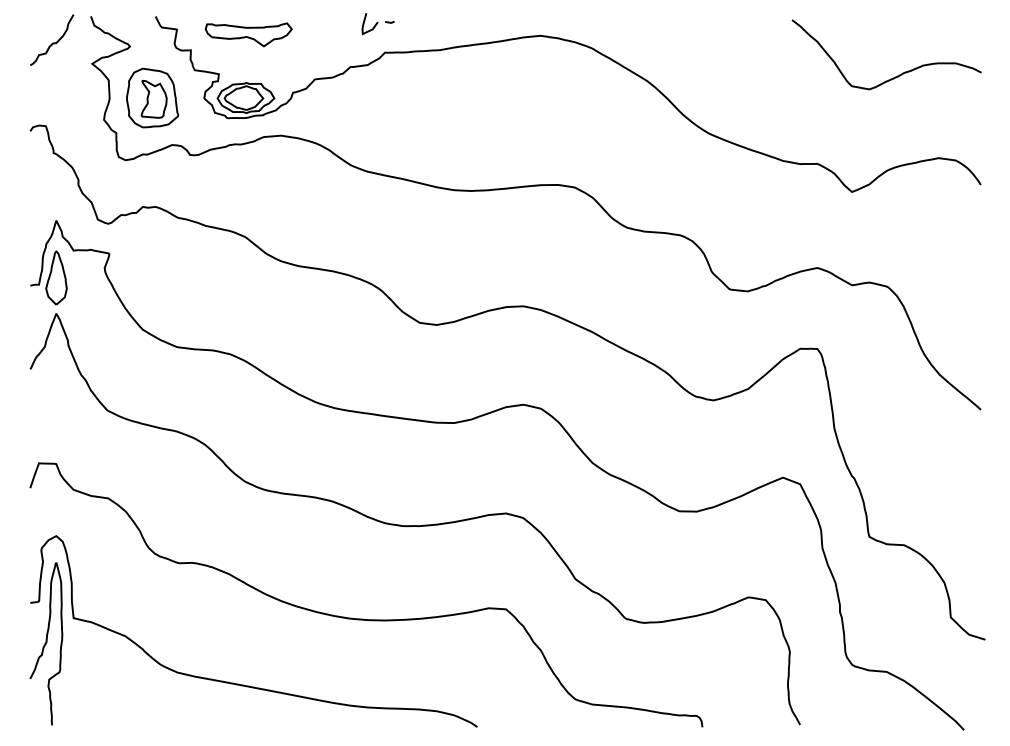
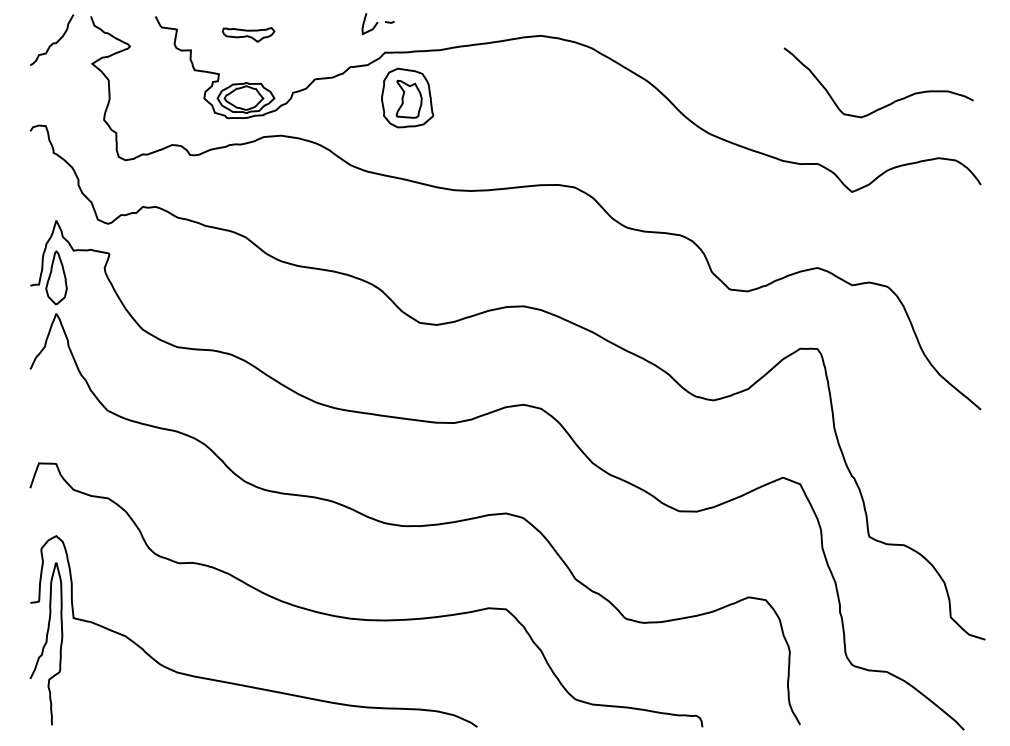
part at (248, 34) size: 89x26 px -> 55x16 px
curve at (897, 75) position: (897, 75) -> (889, 103)
part at (152, 97) position: (152, 97) -> (407, 97)
